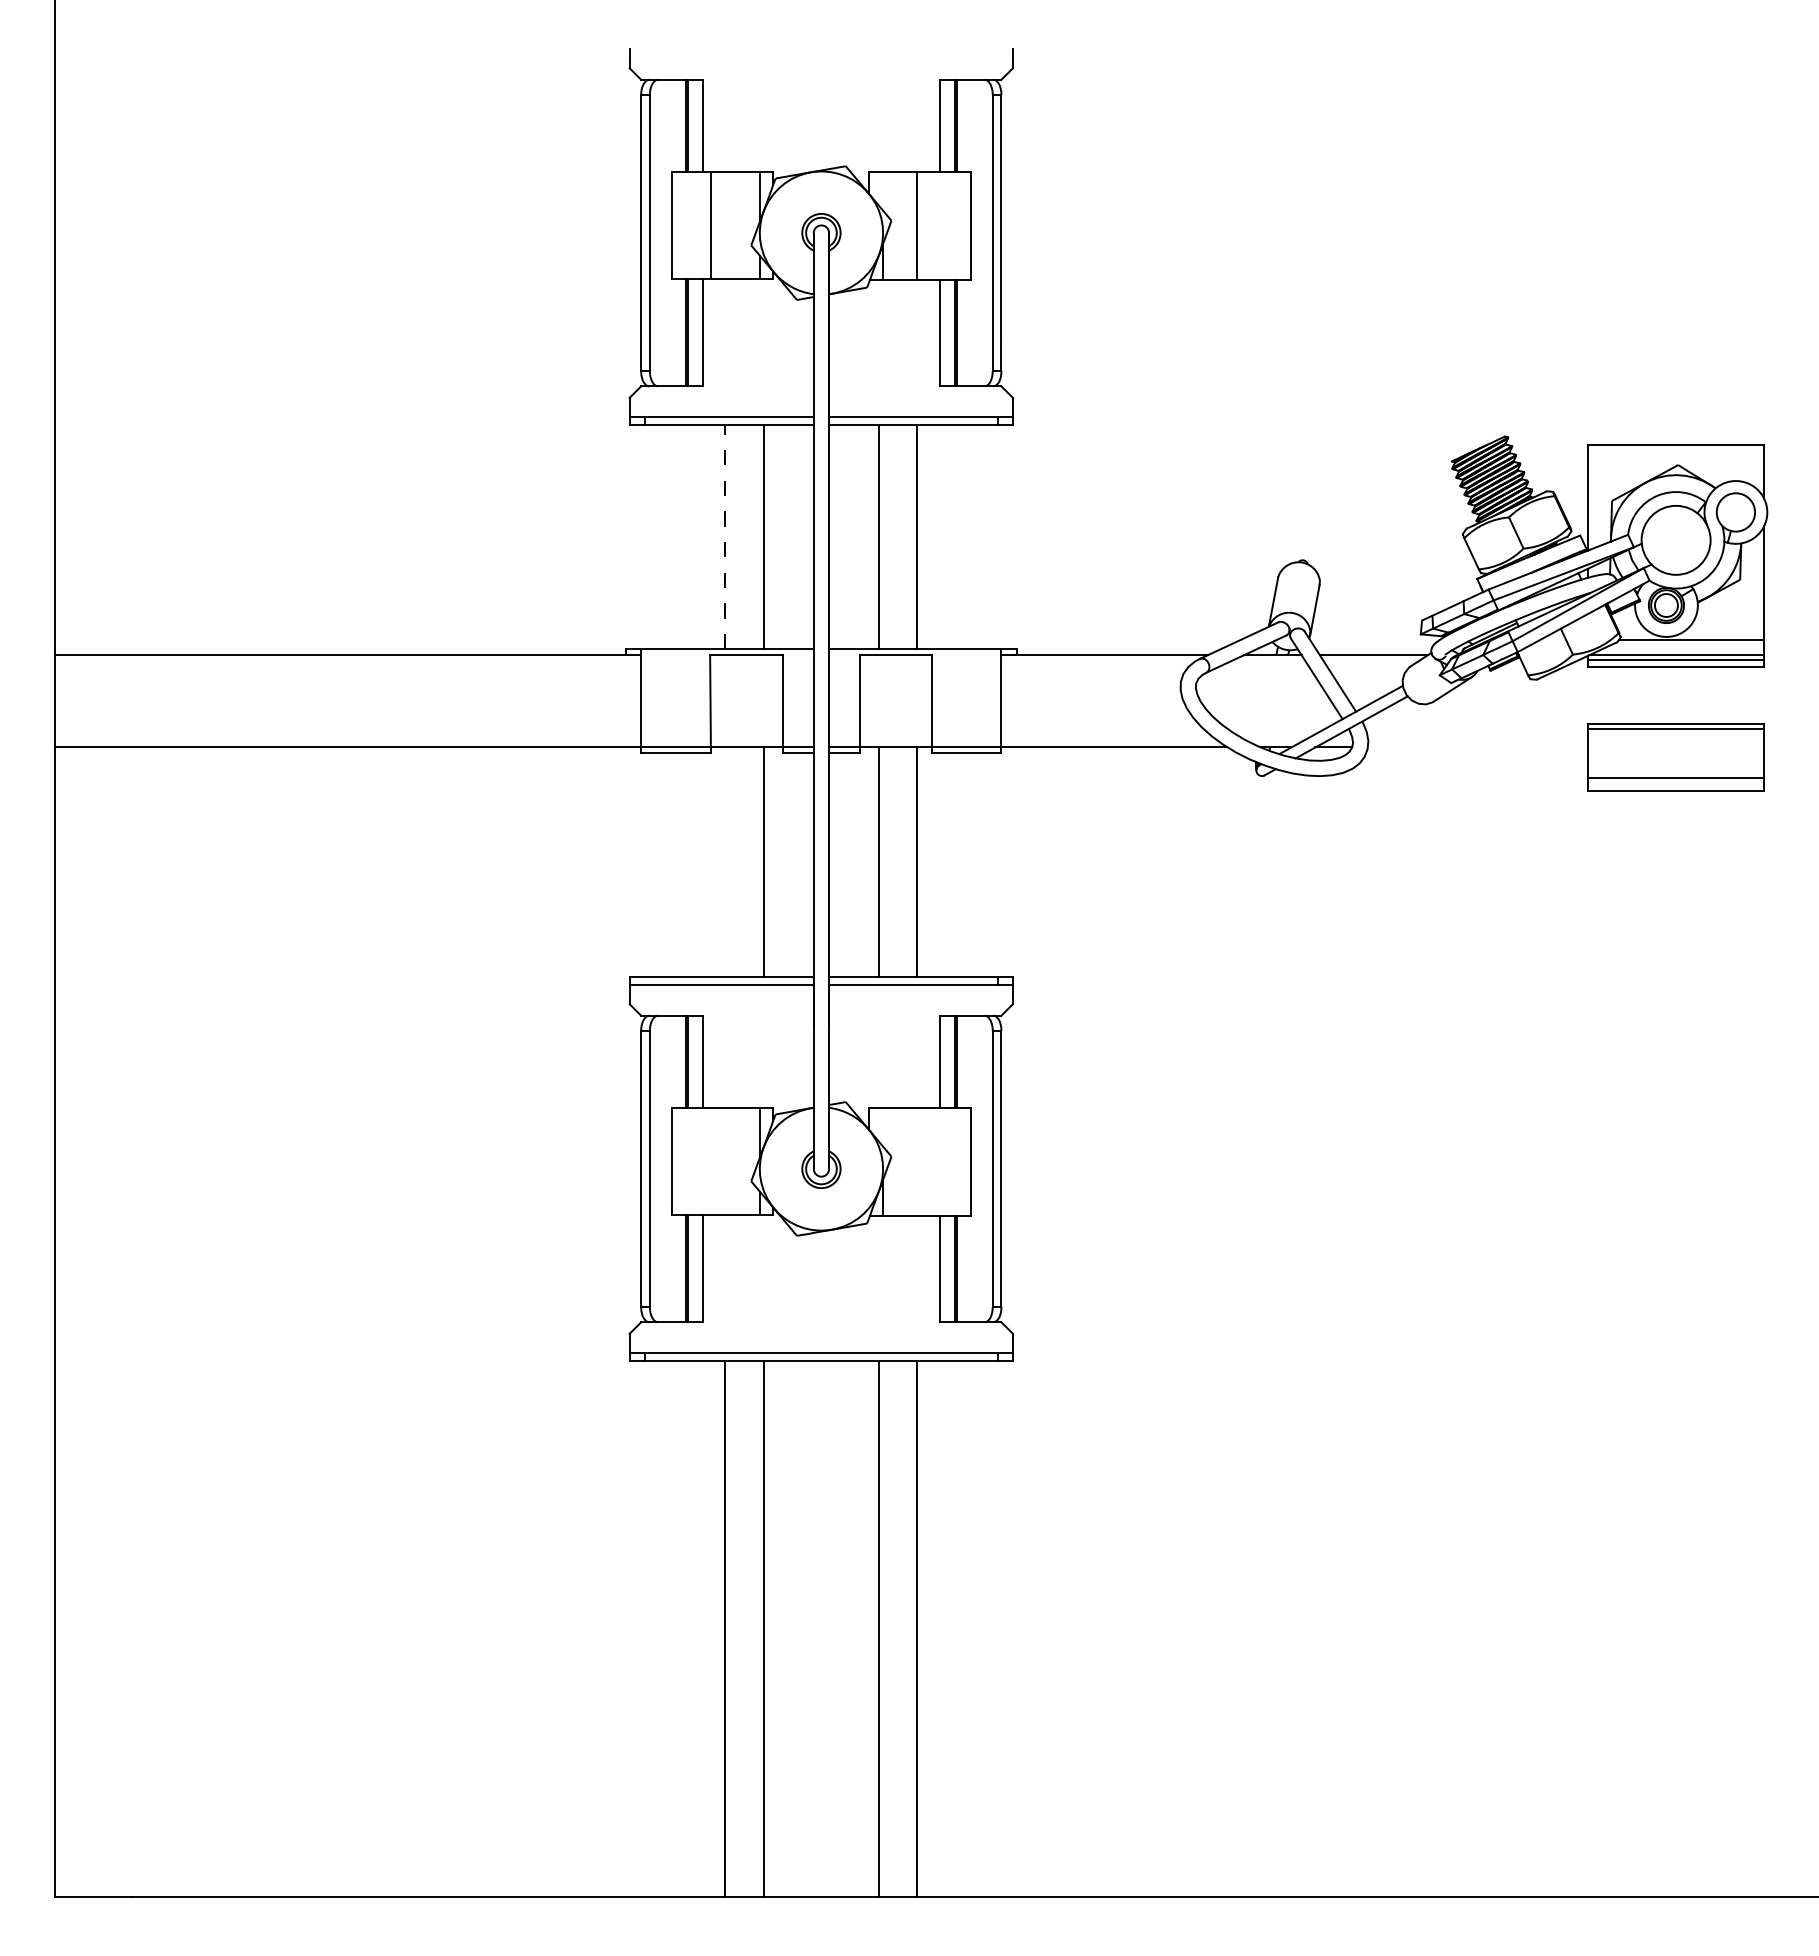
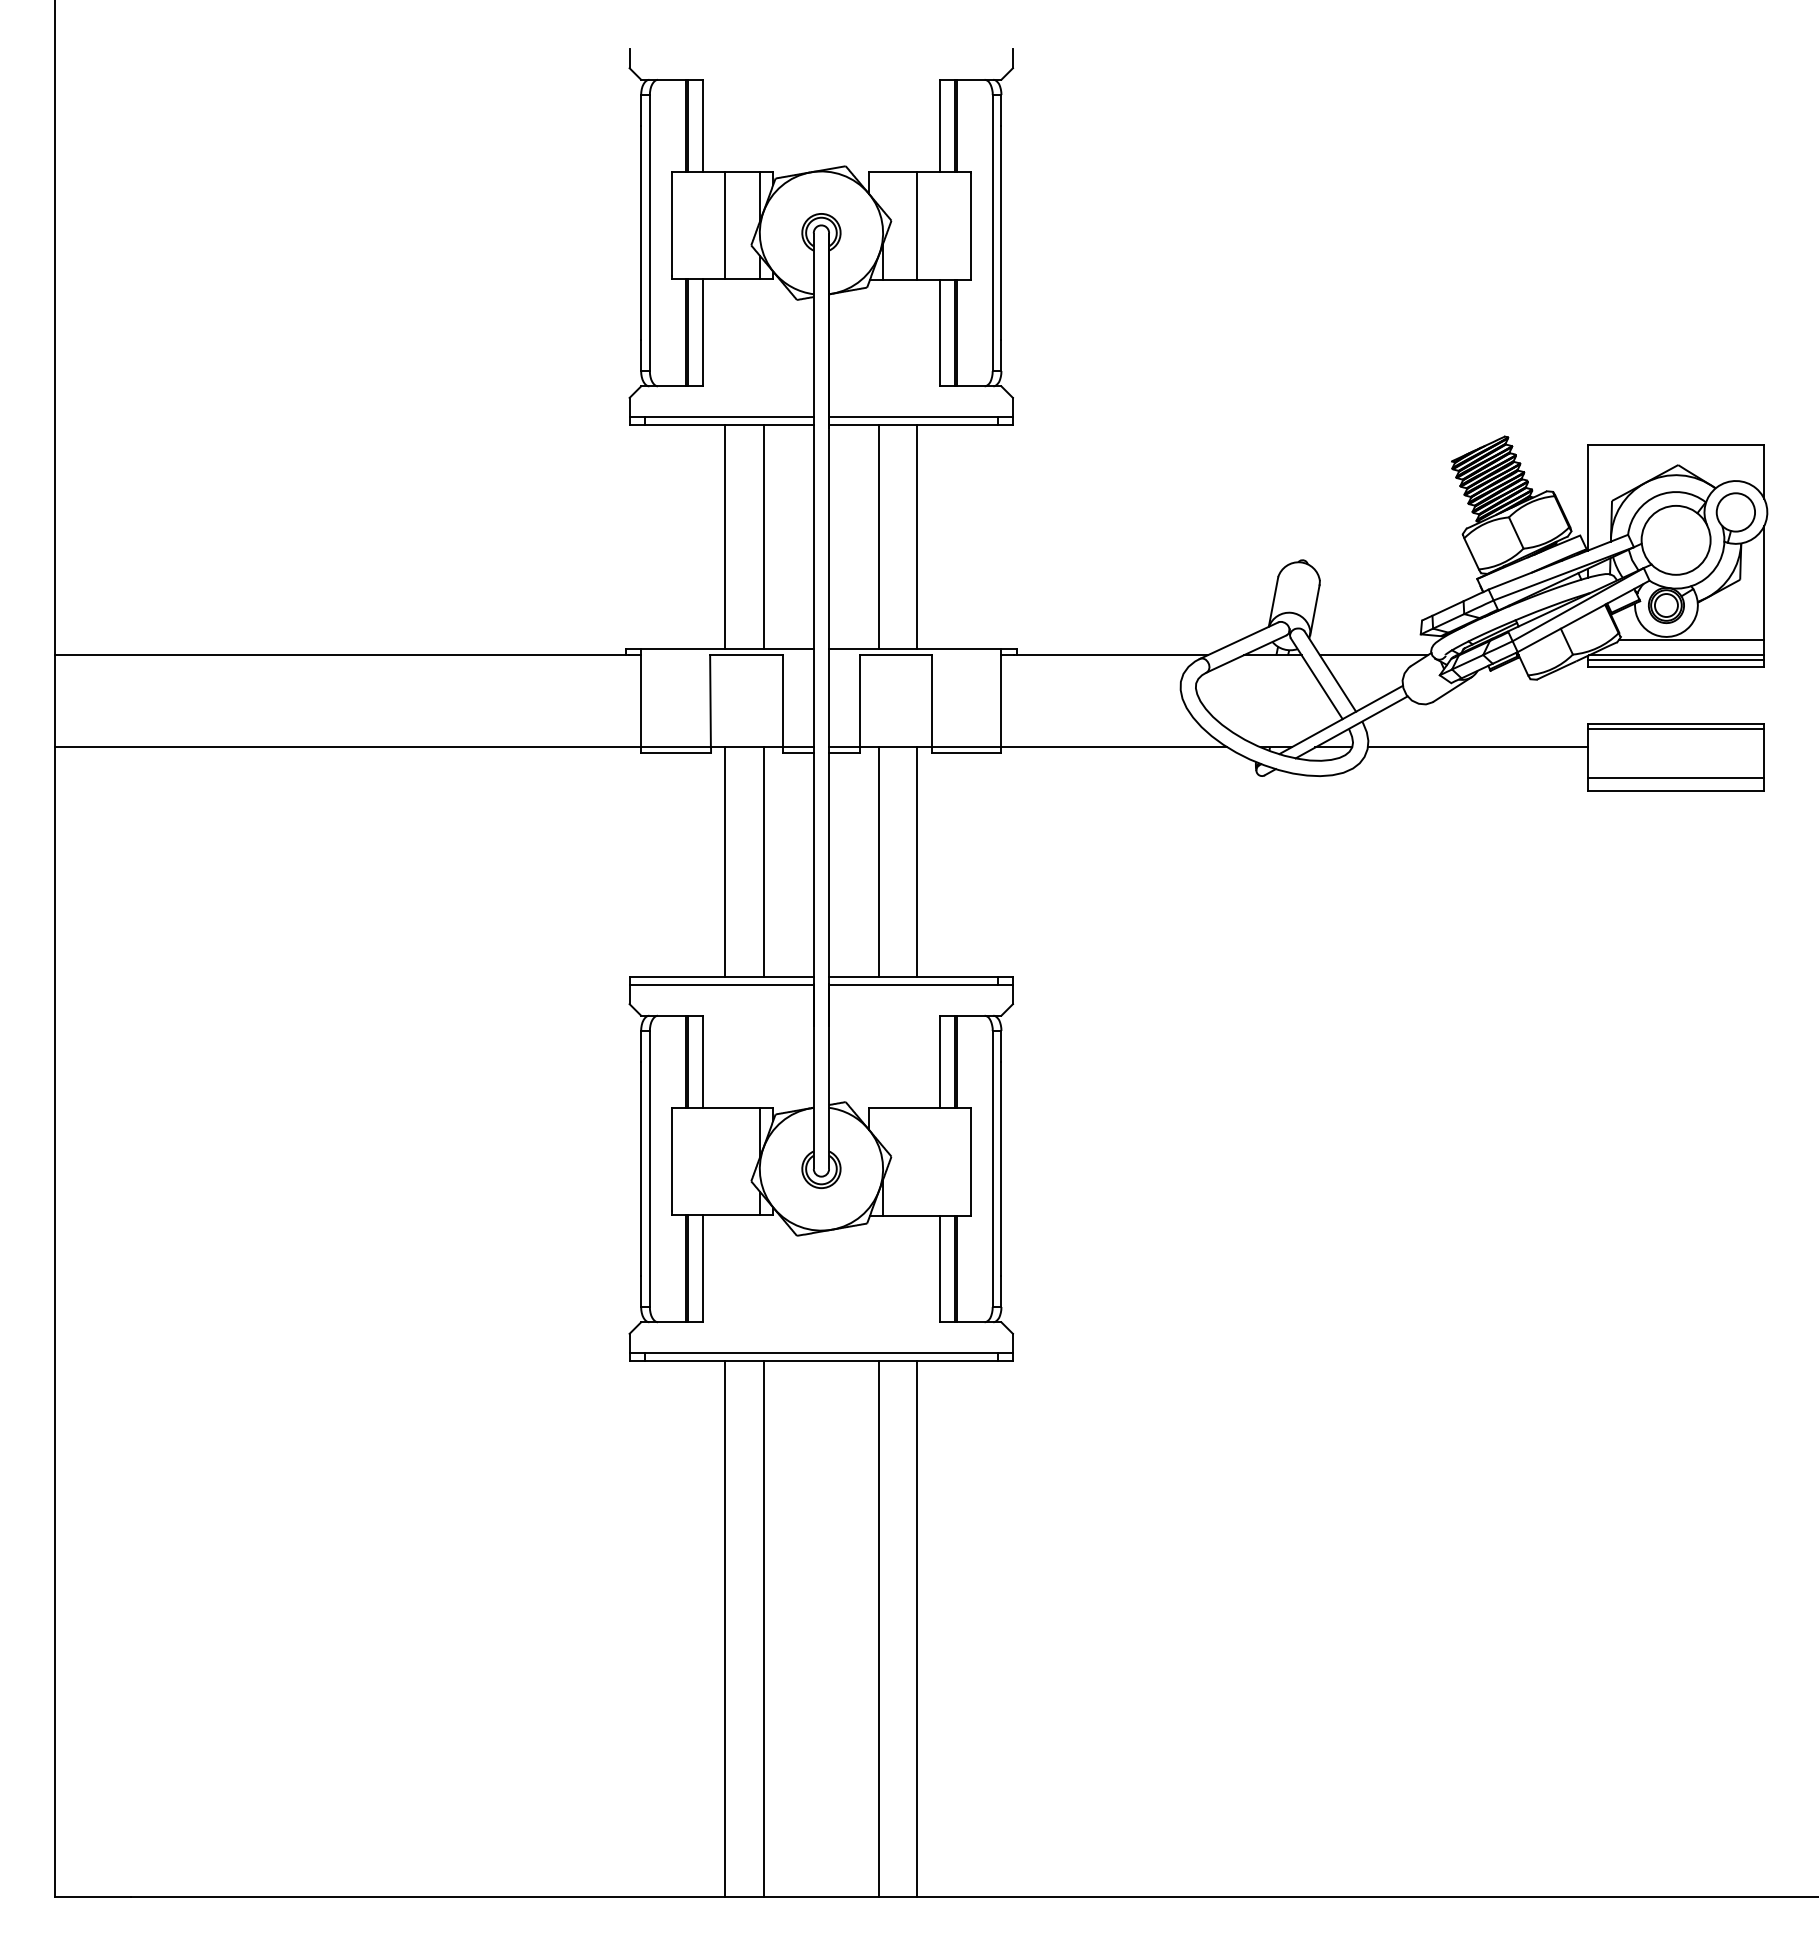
line at (711, 225) position: (711, 225) -> (725, 225)
line at (725, 536): dashed -> solid
line at (1477, 747): none -> present
line at (725, 862): none -> present
